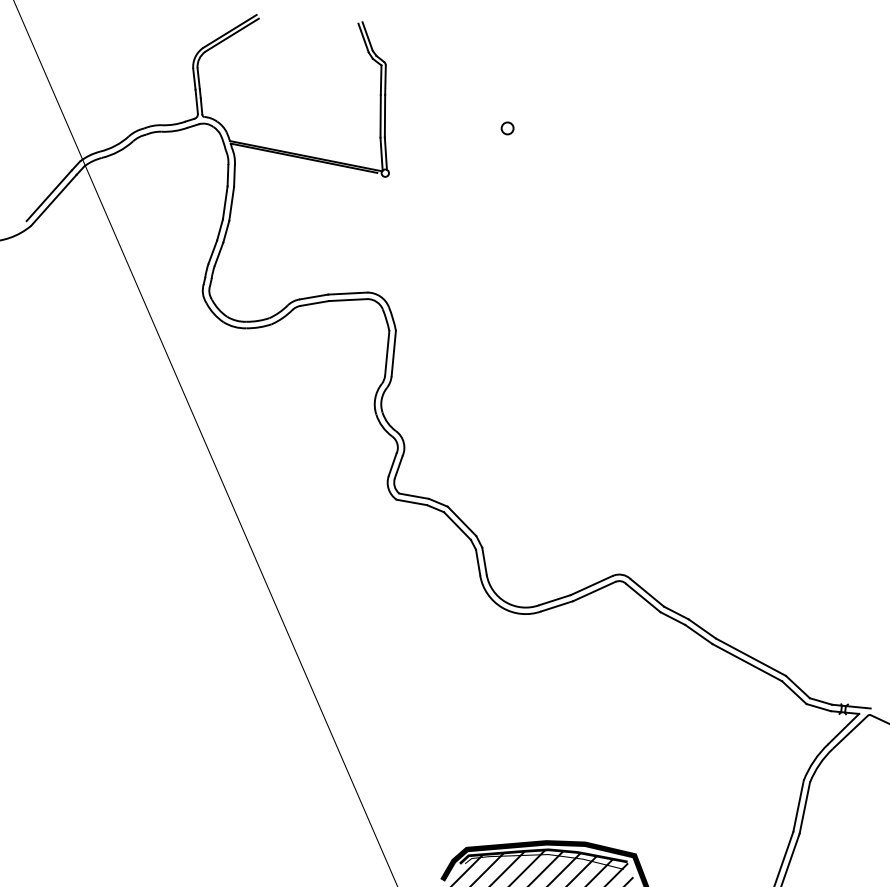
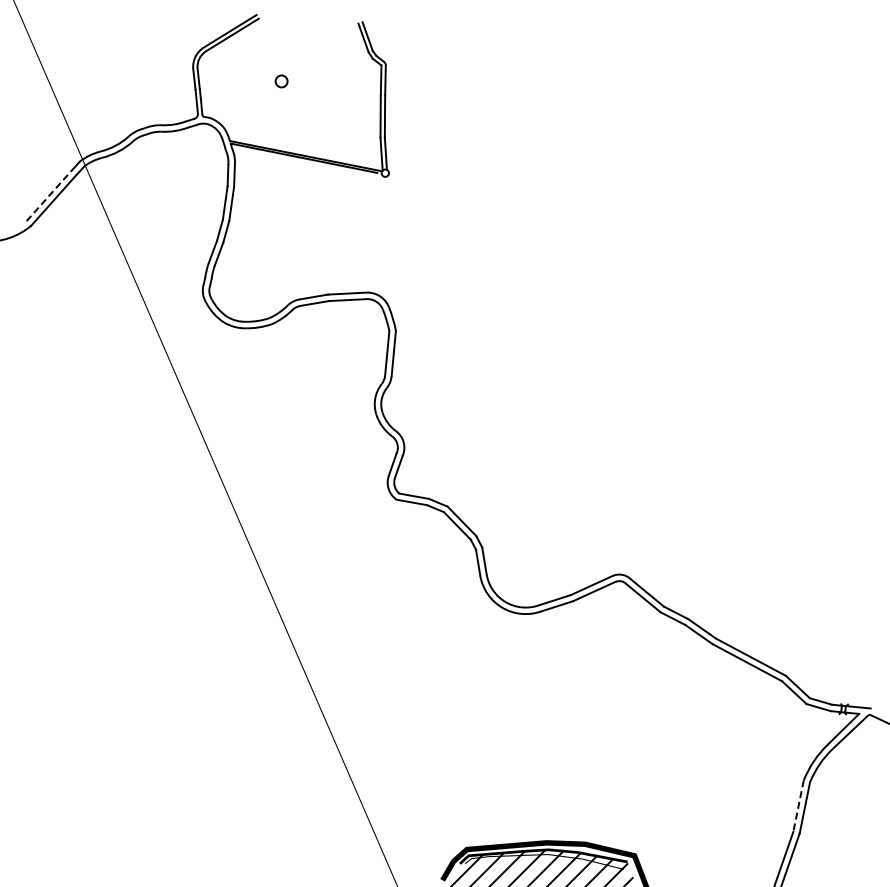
circle at (507, 128) position: (507, 128) -> (281, 81)
line at (49, 195): solid -> dashed
line at (798, 806): solid -> dashed
